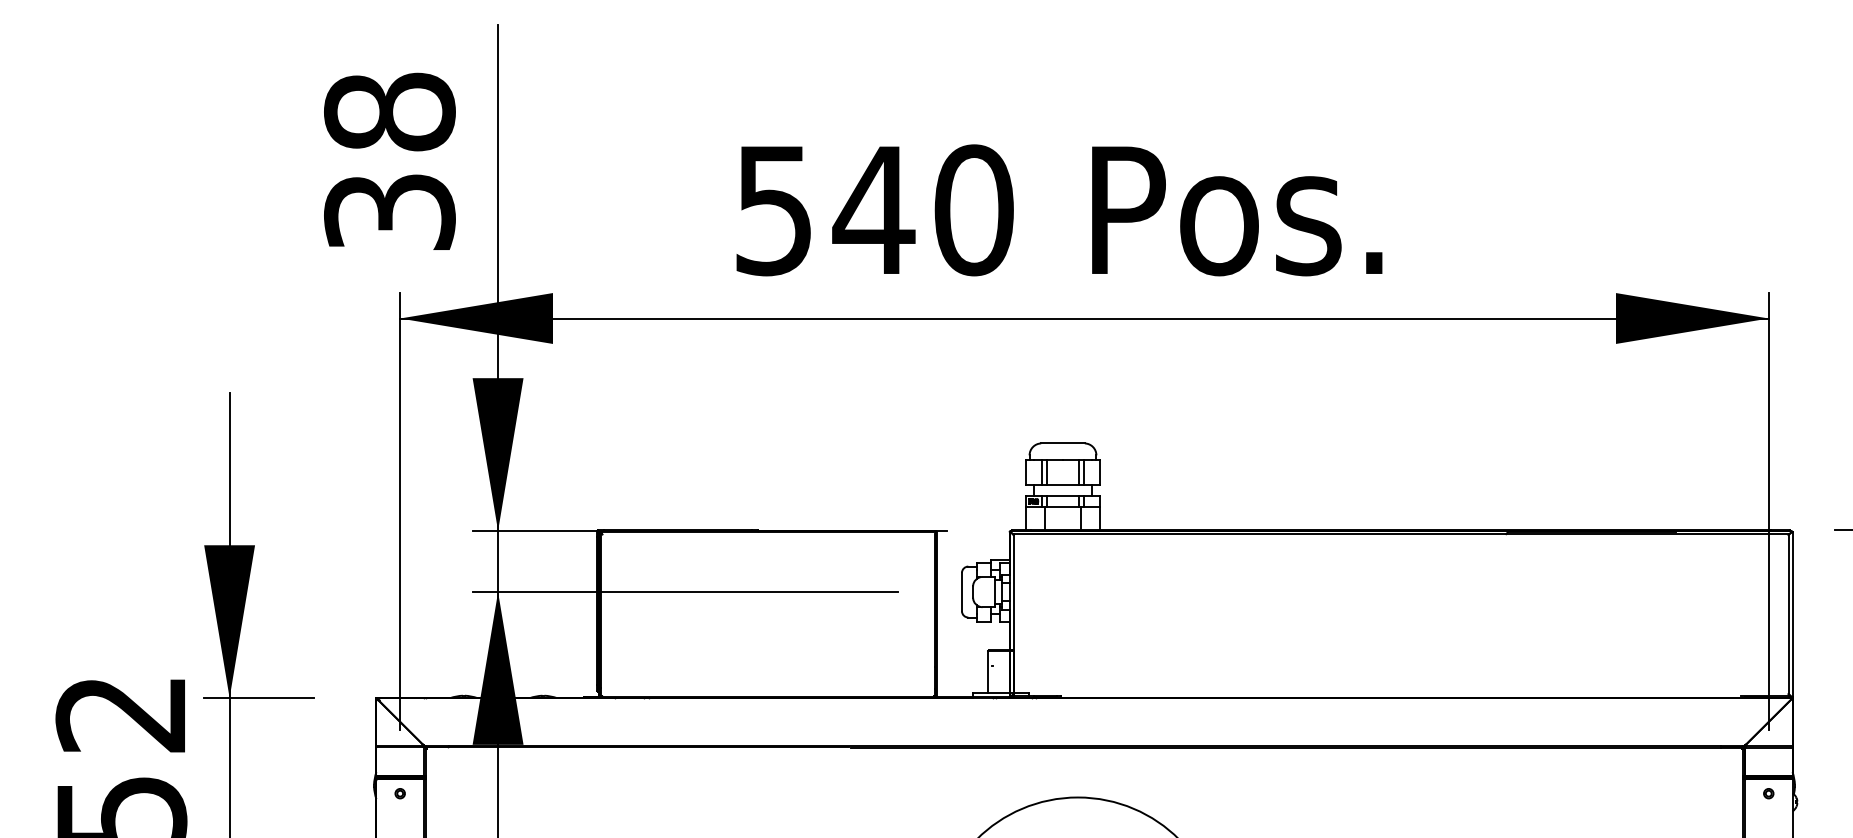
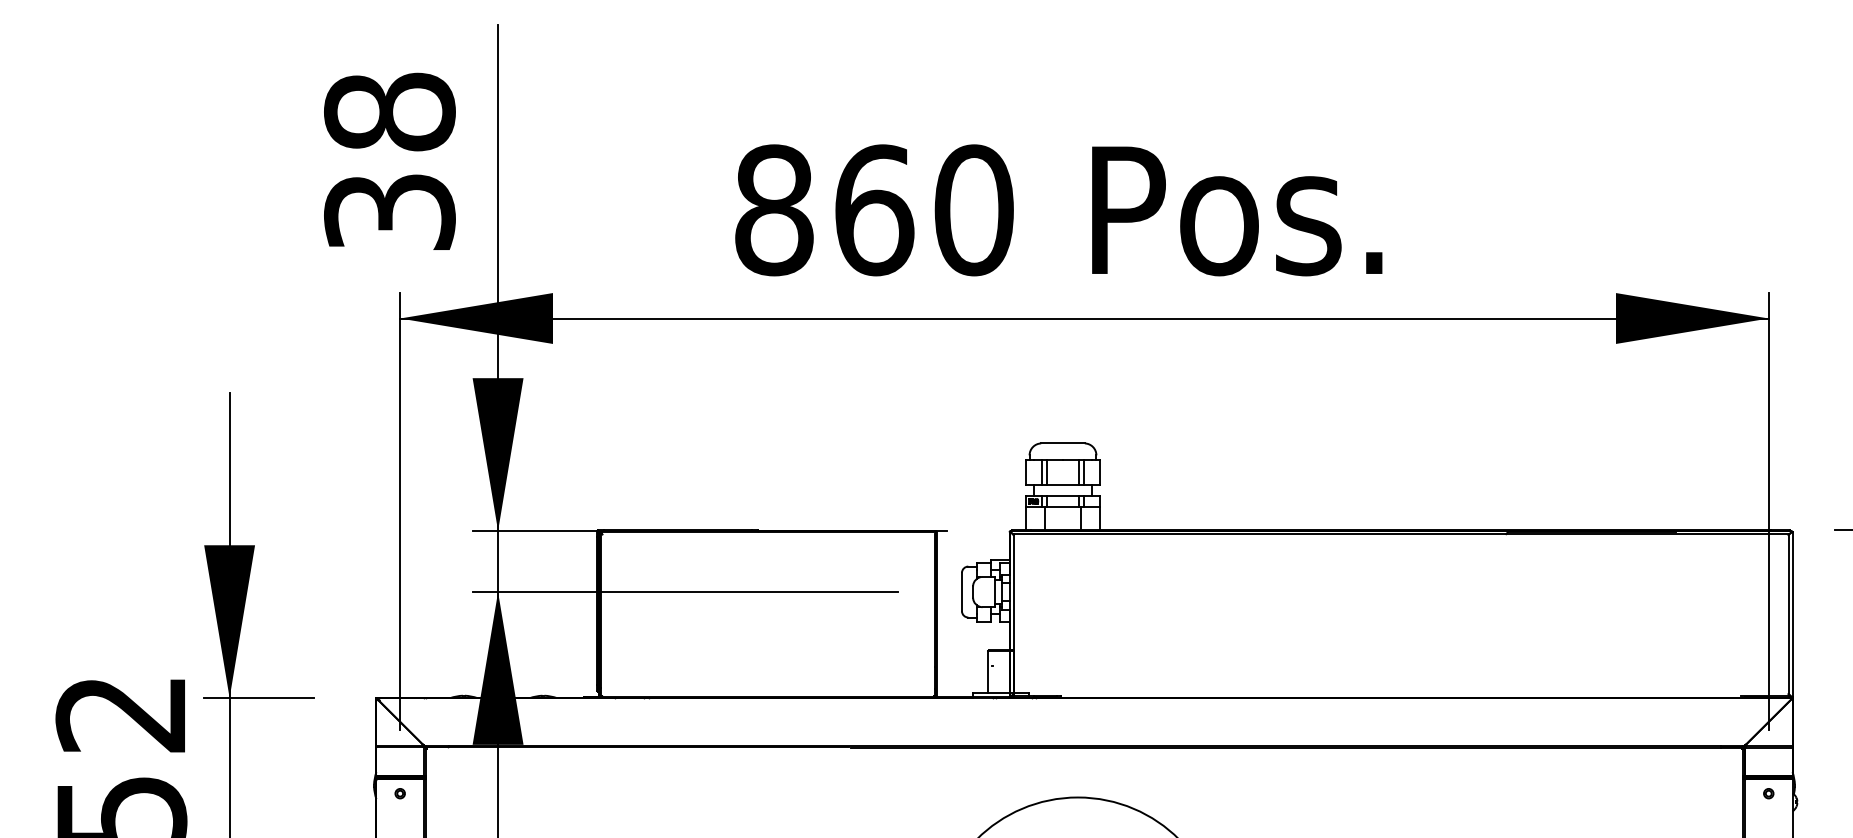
text at (825, 210): 540 -> 860
